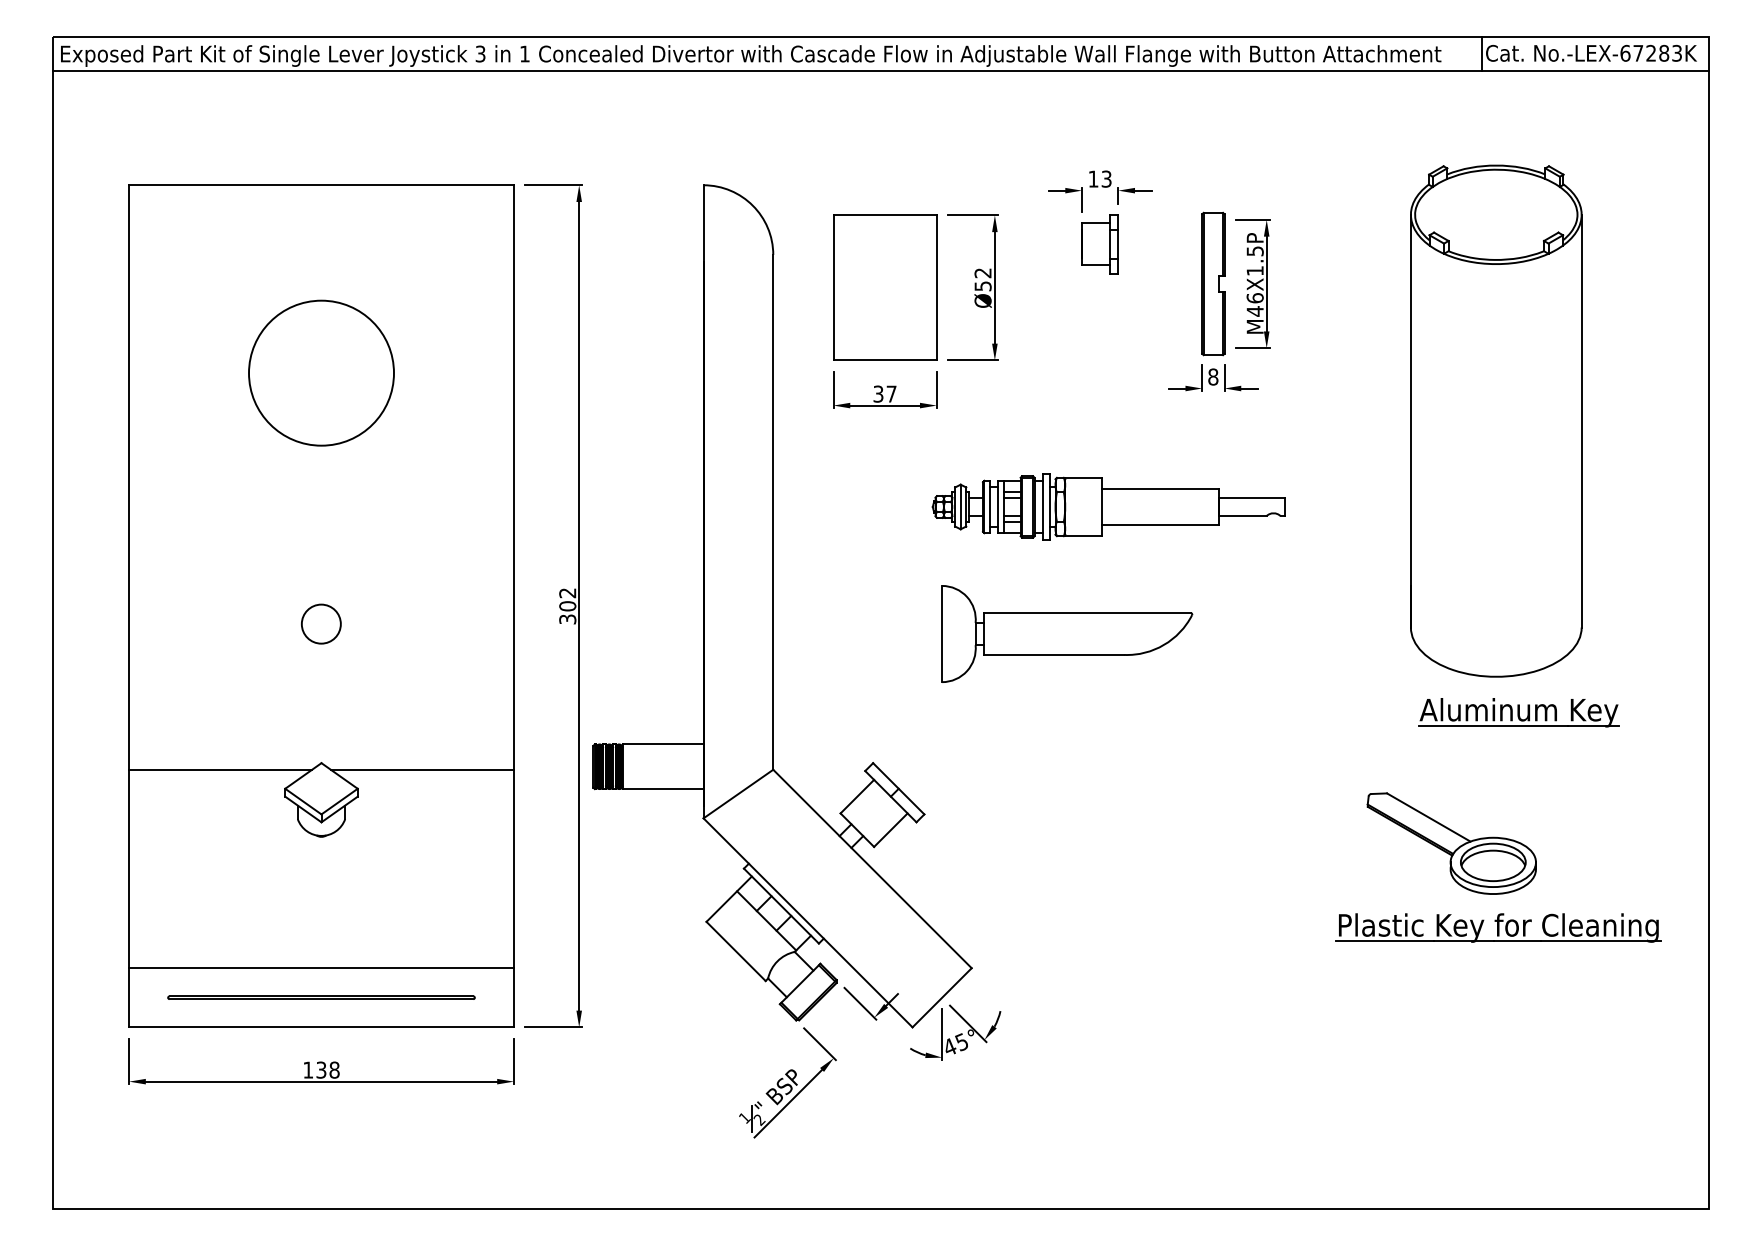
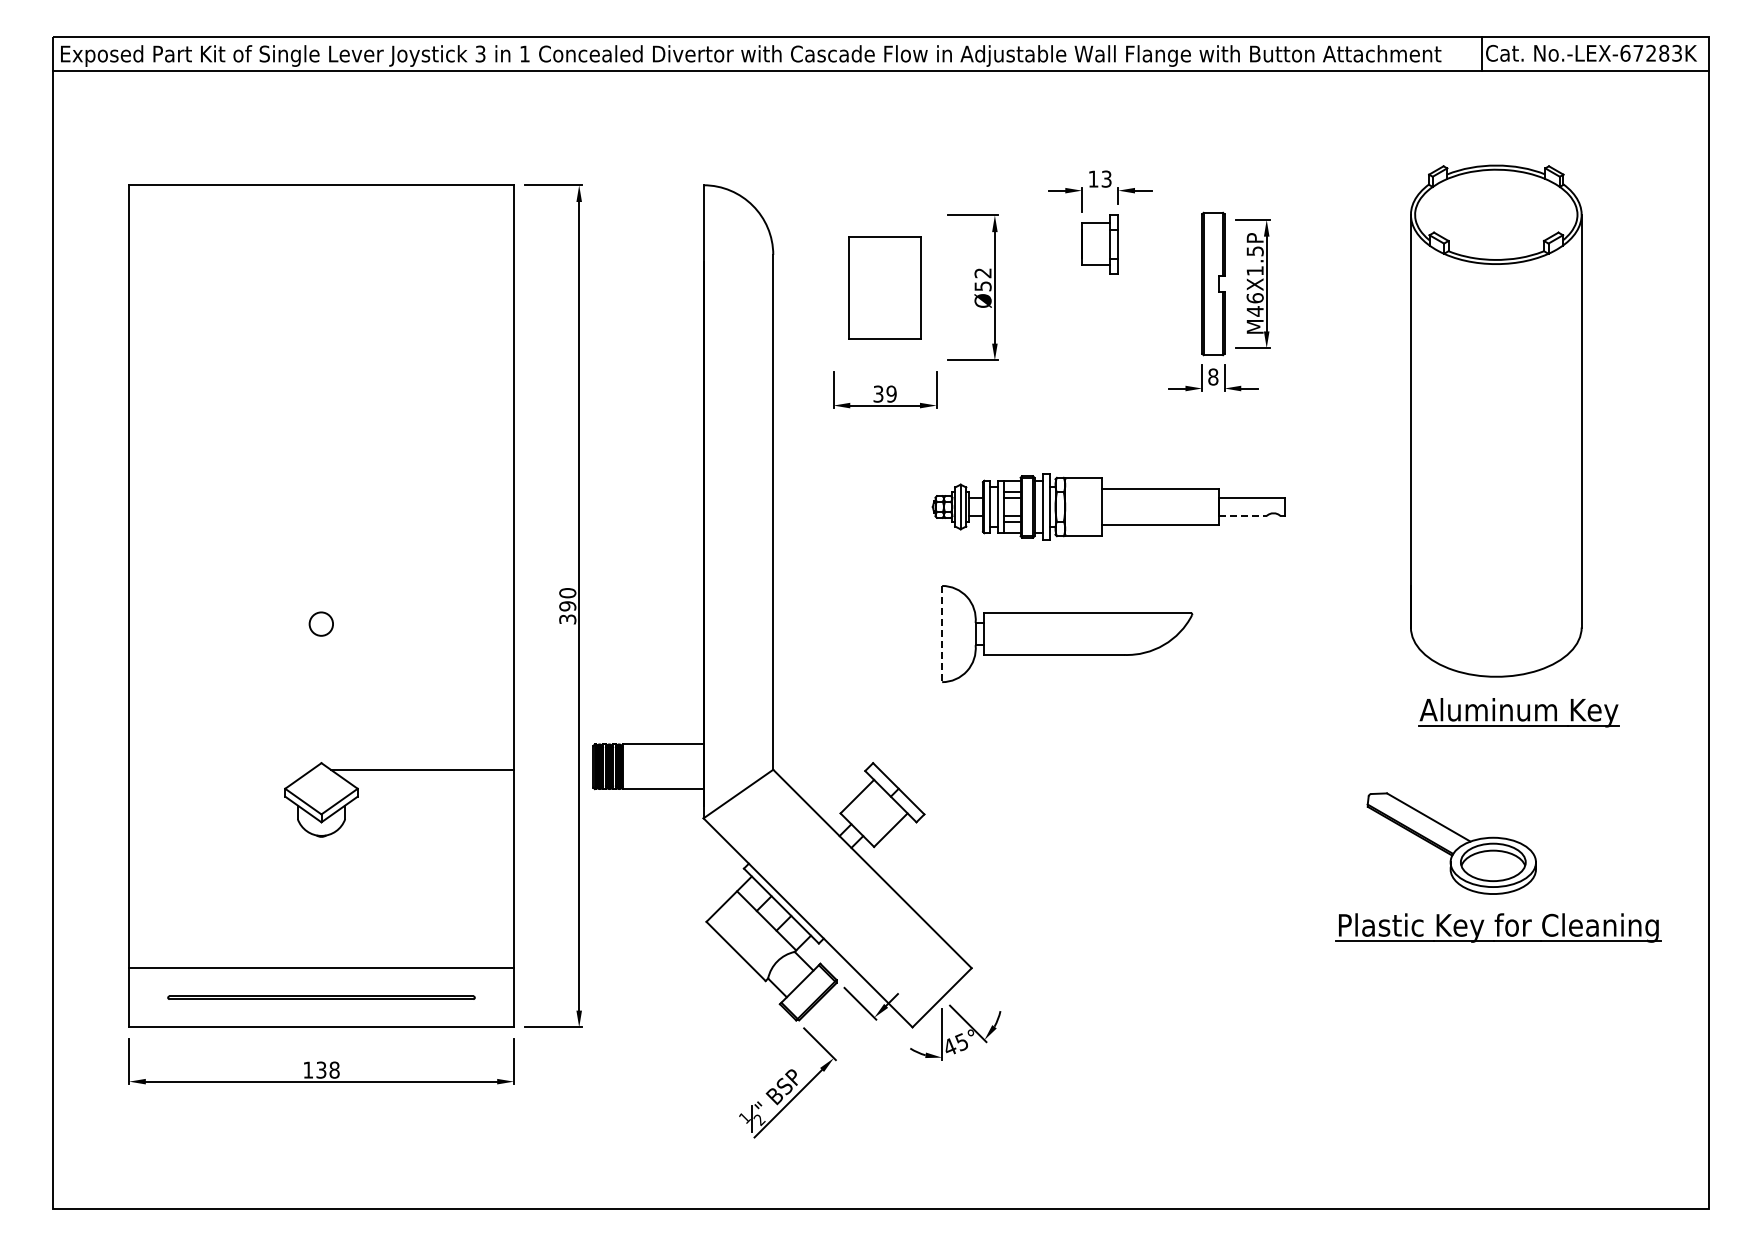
part at (885, 287) size: 105x147 px -> 74x104 px
circle at (321, 372): present -> none
text at (891, 393): 37 -> 39
line at (1243, 516): solid -> dashed
text at (567, 599): 302 -> 390
circle at (320, 623) diameter: 39 px -> 23 px
line at (942, 634): solid -> dashed
line at (220, 769): present -> none
